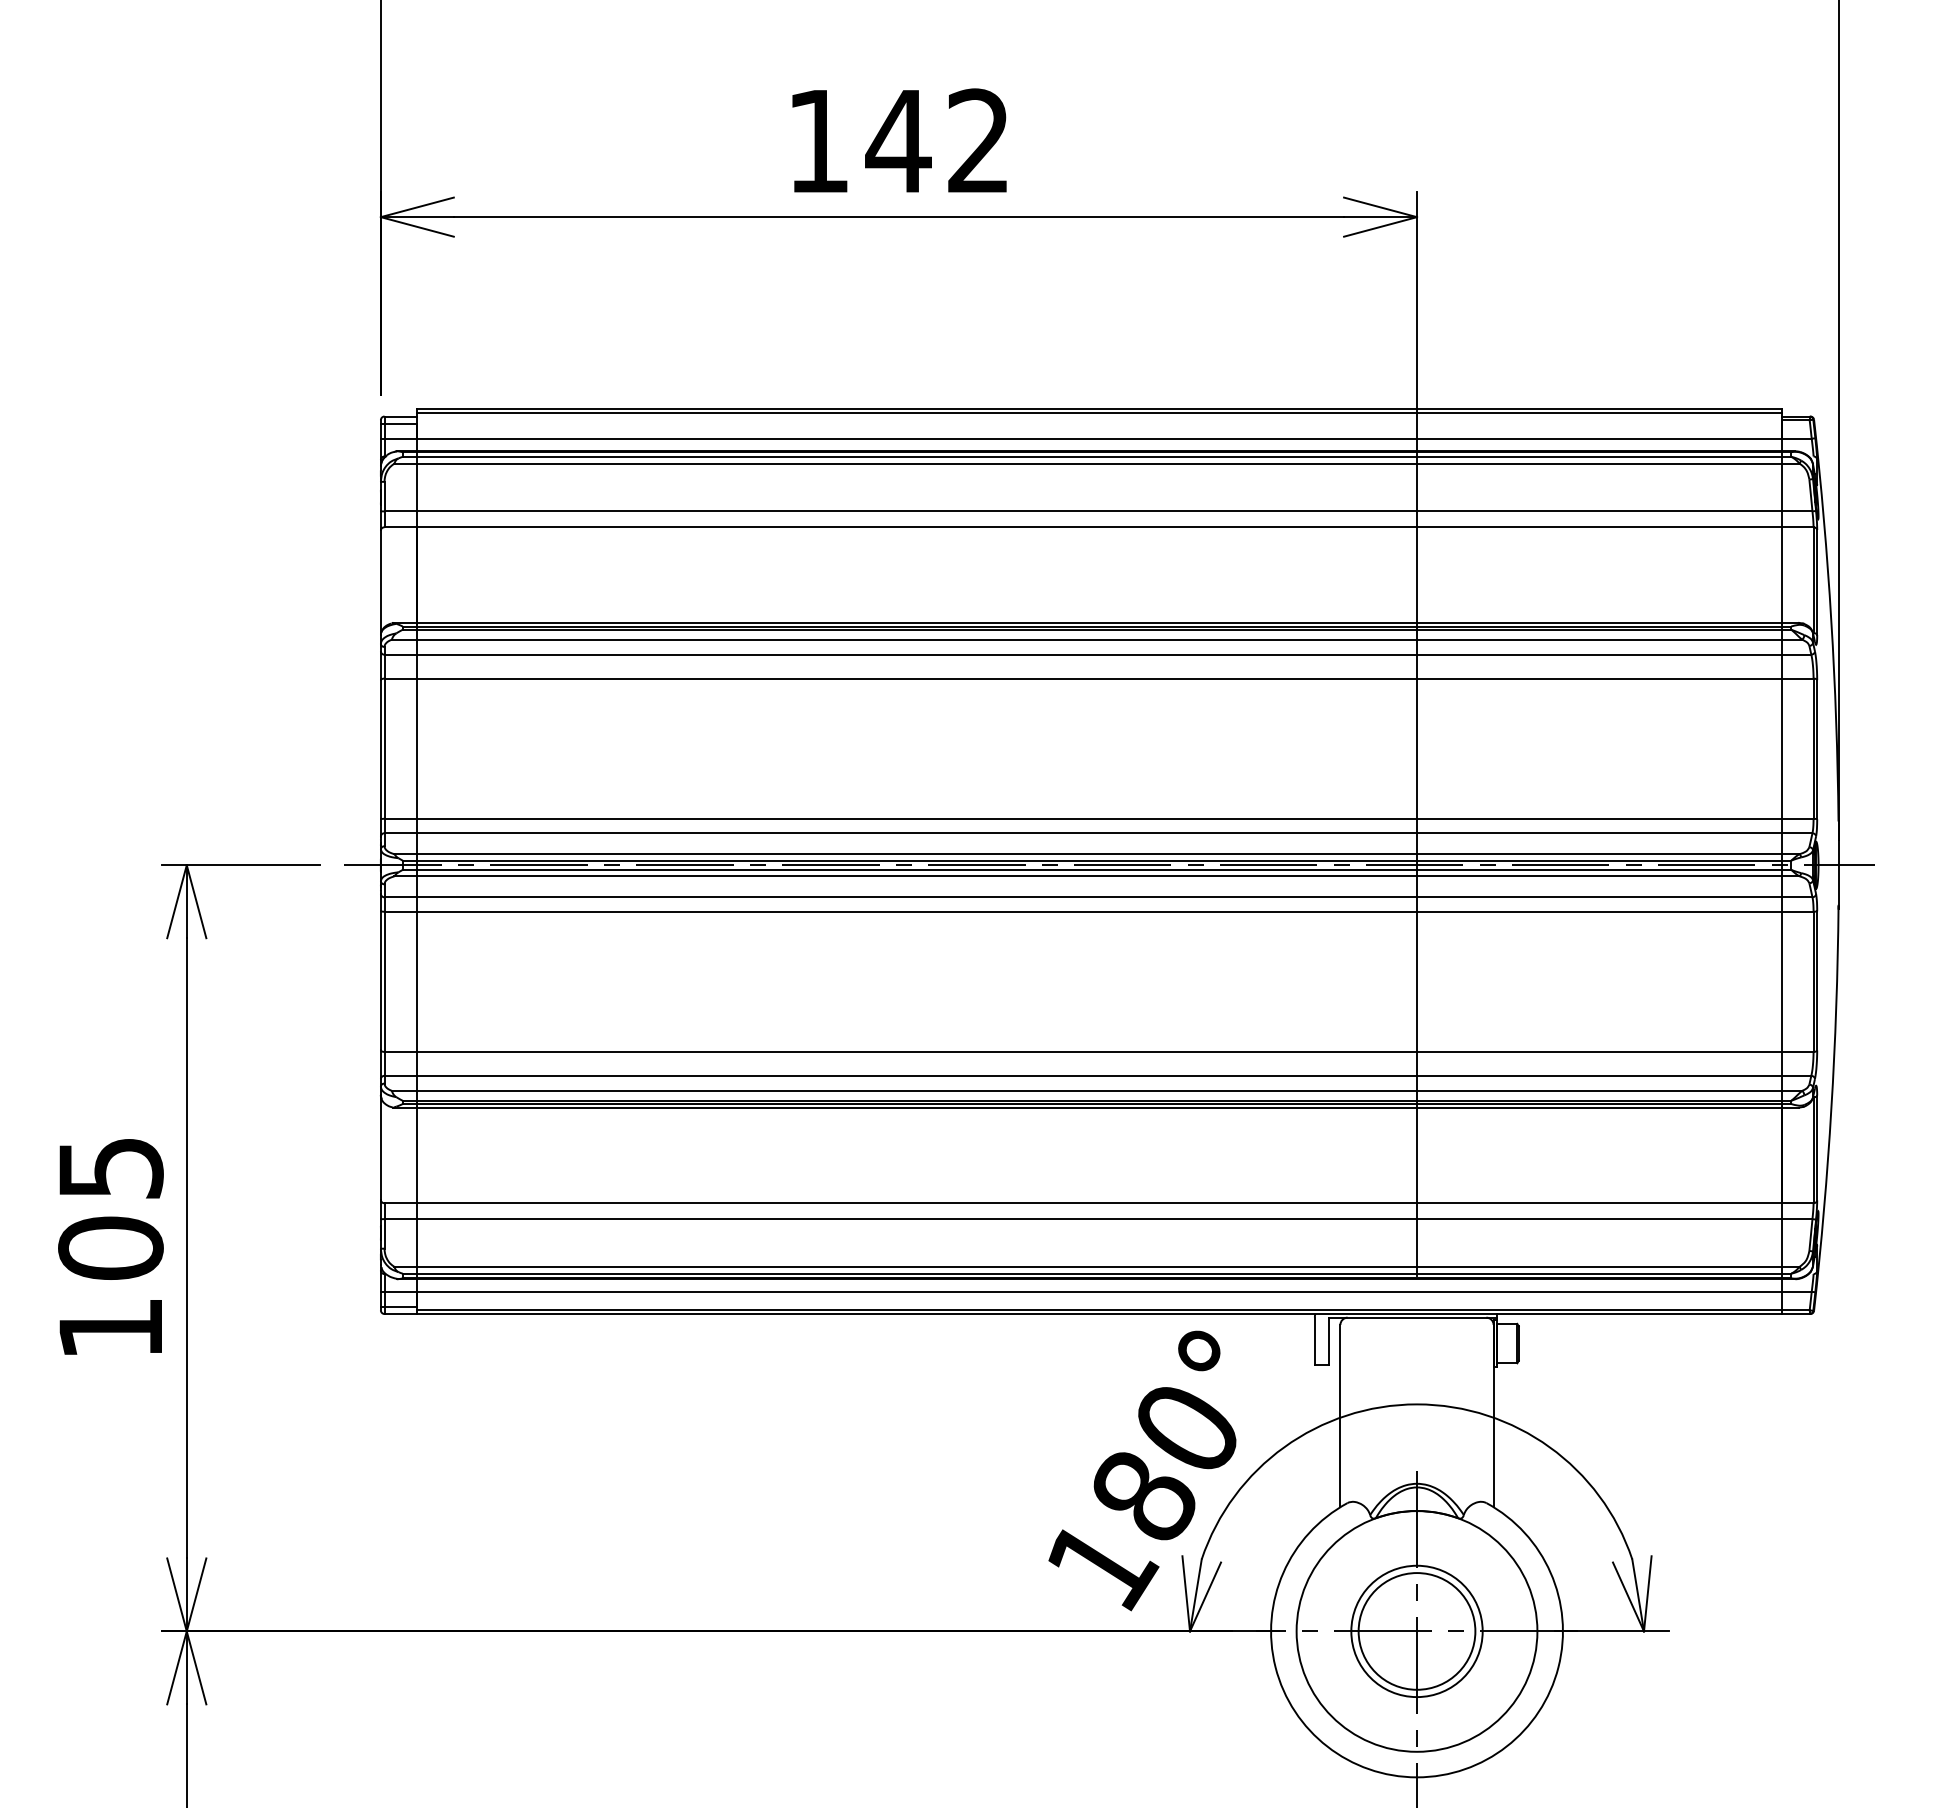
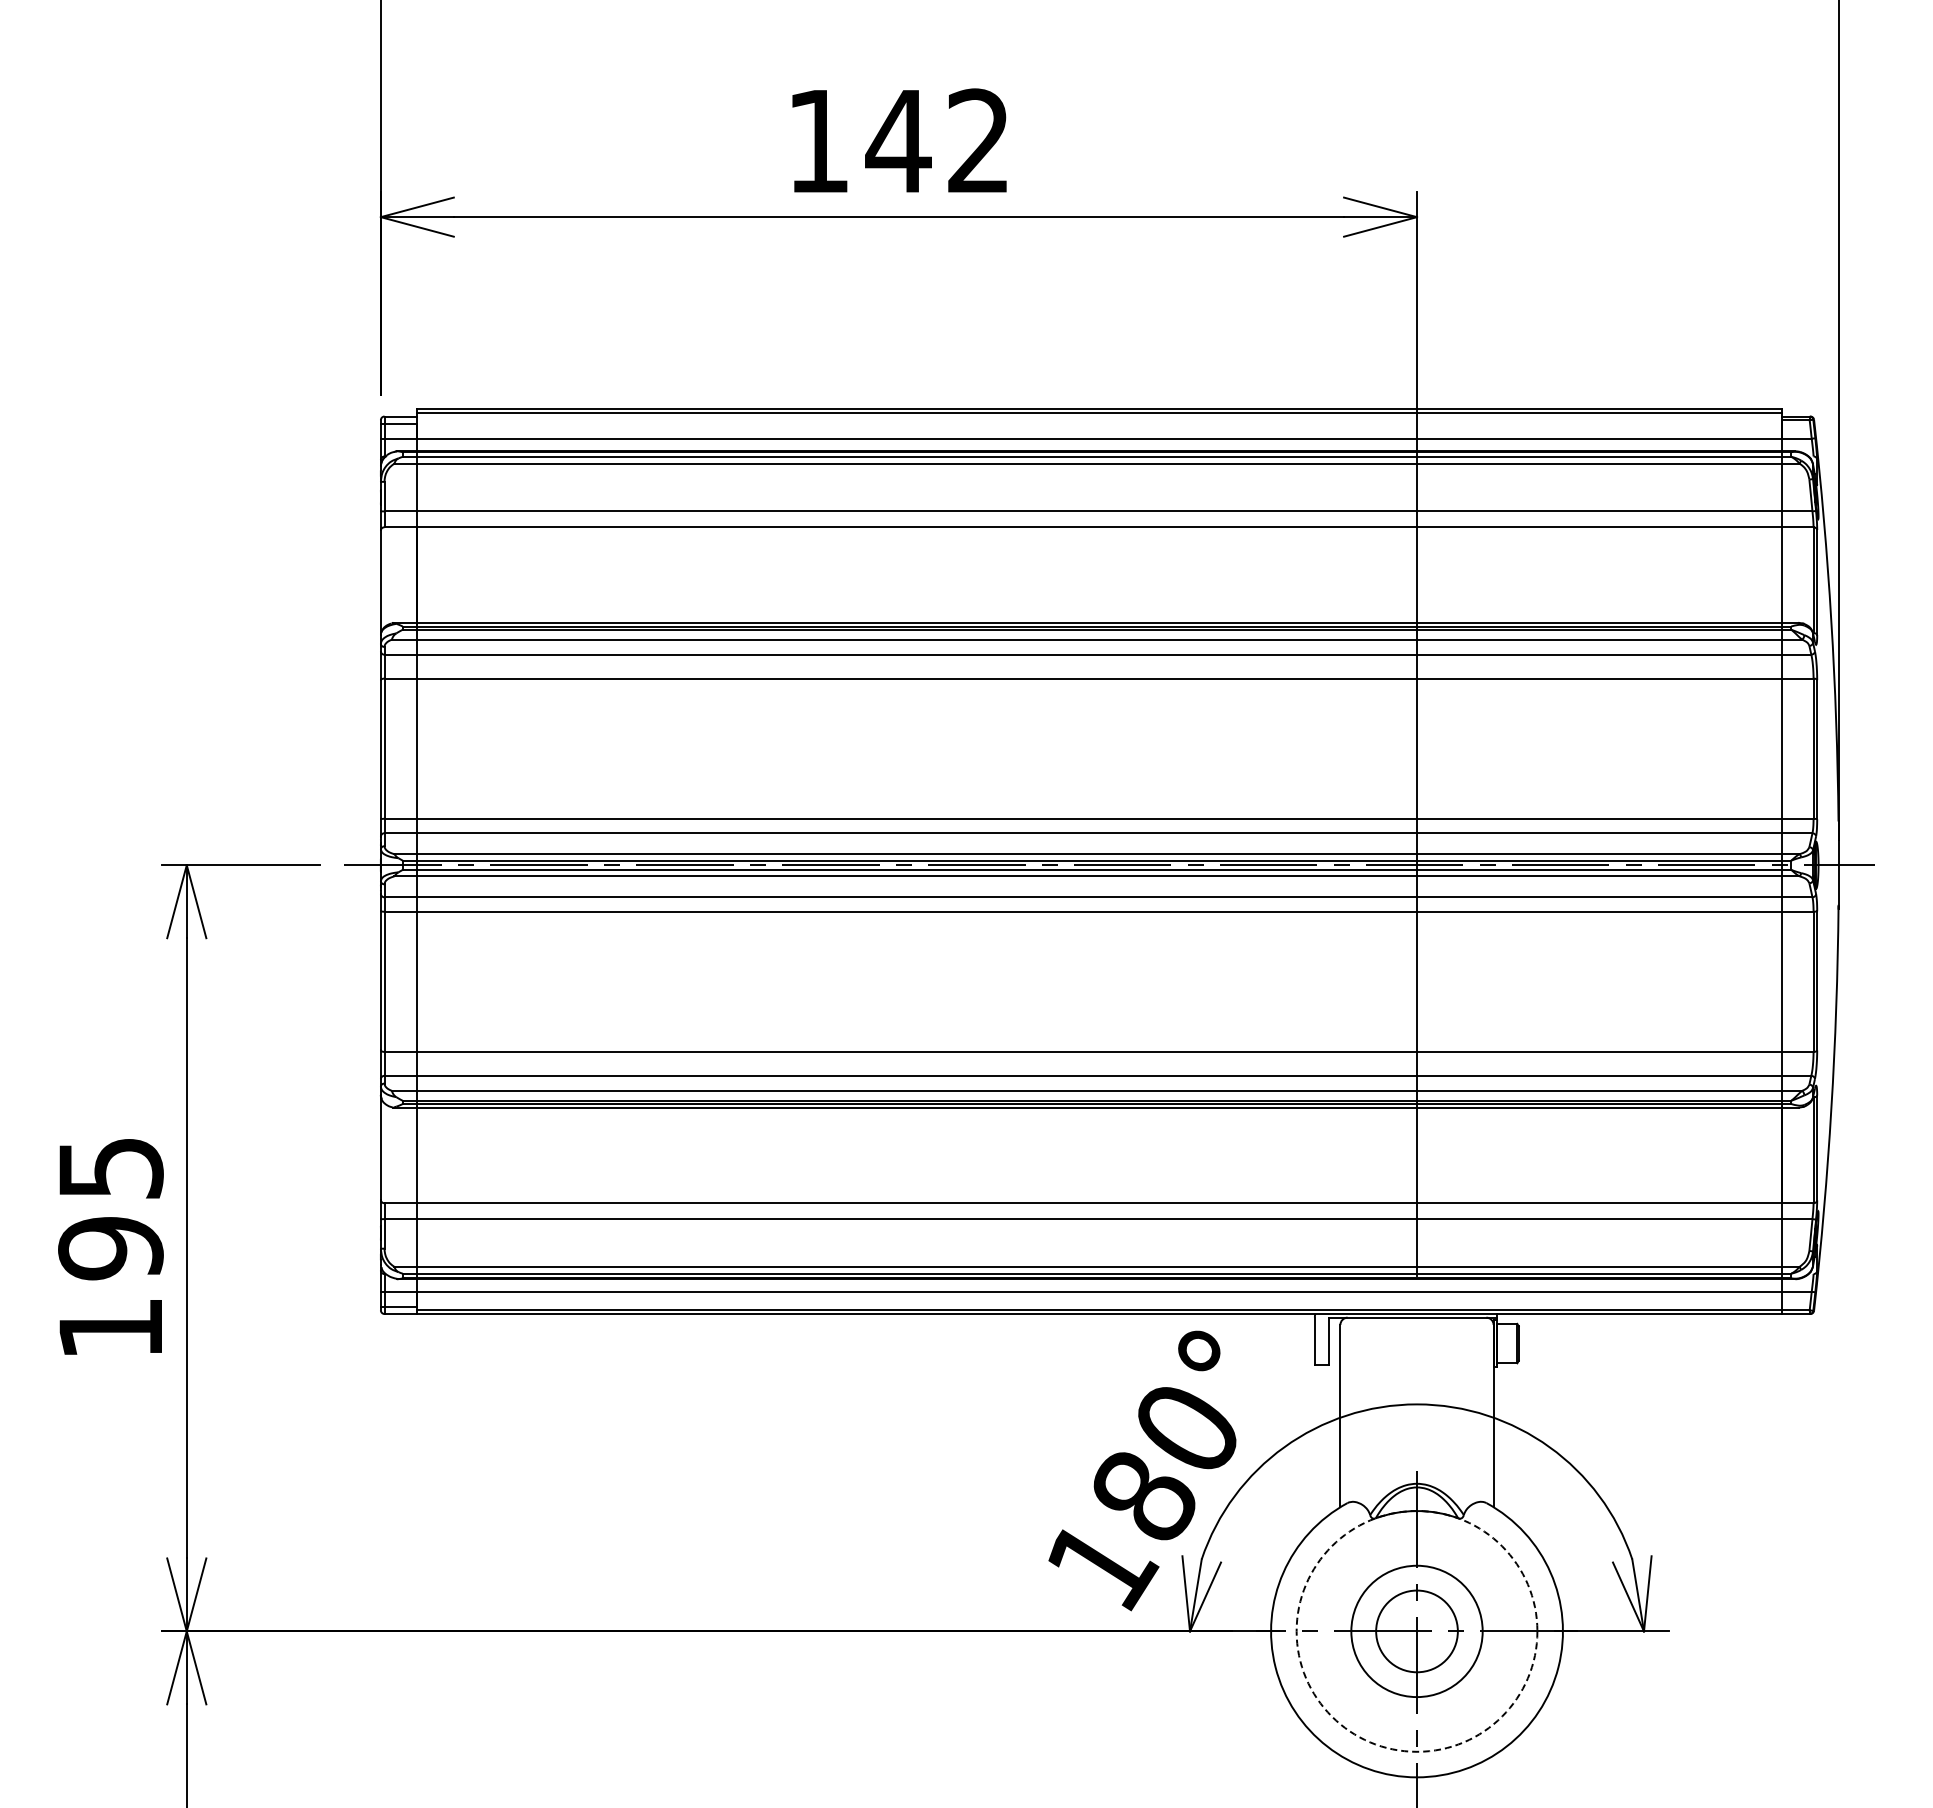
text at (110, 1248): 105 -> 195
circle at (1416, 1631) diameter: 117 px -> 82 px
circle at (1416, 1631): solid -> dashed
